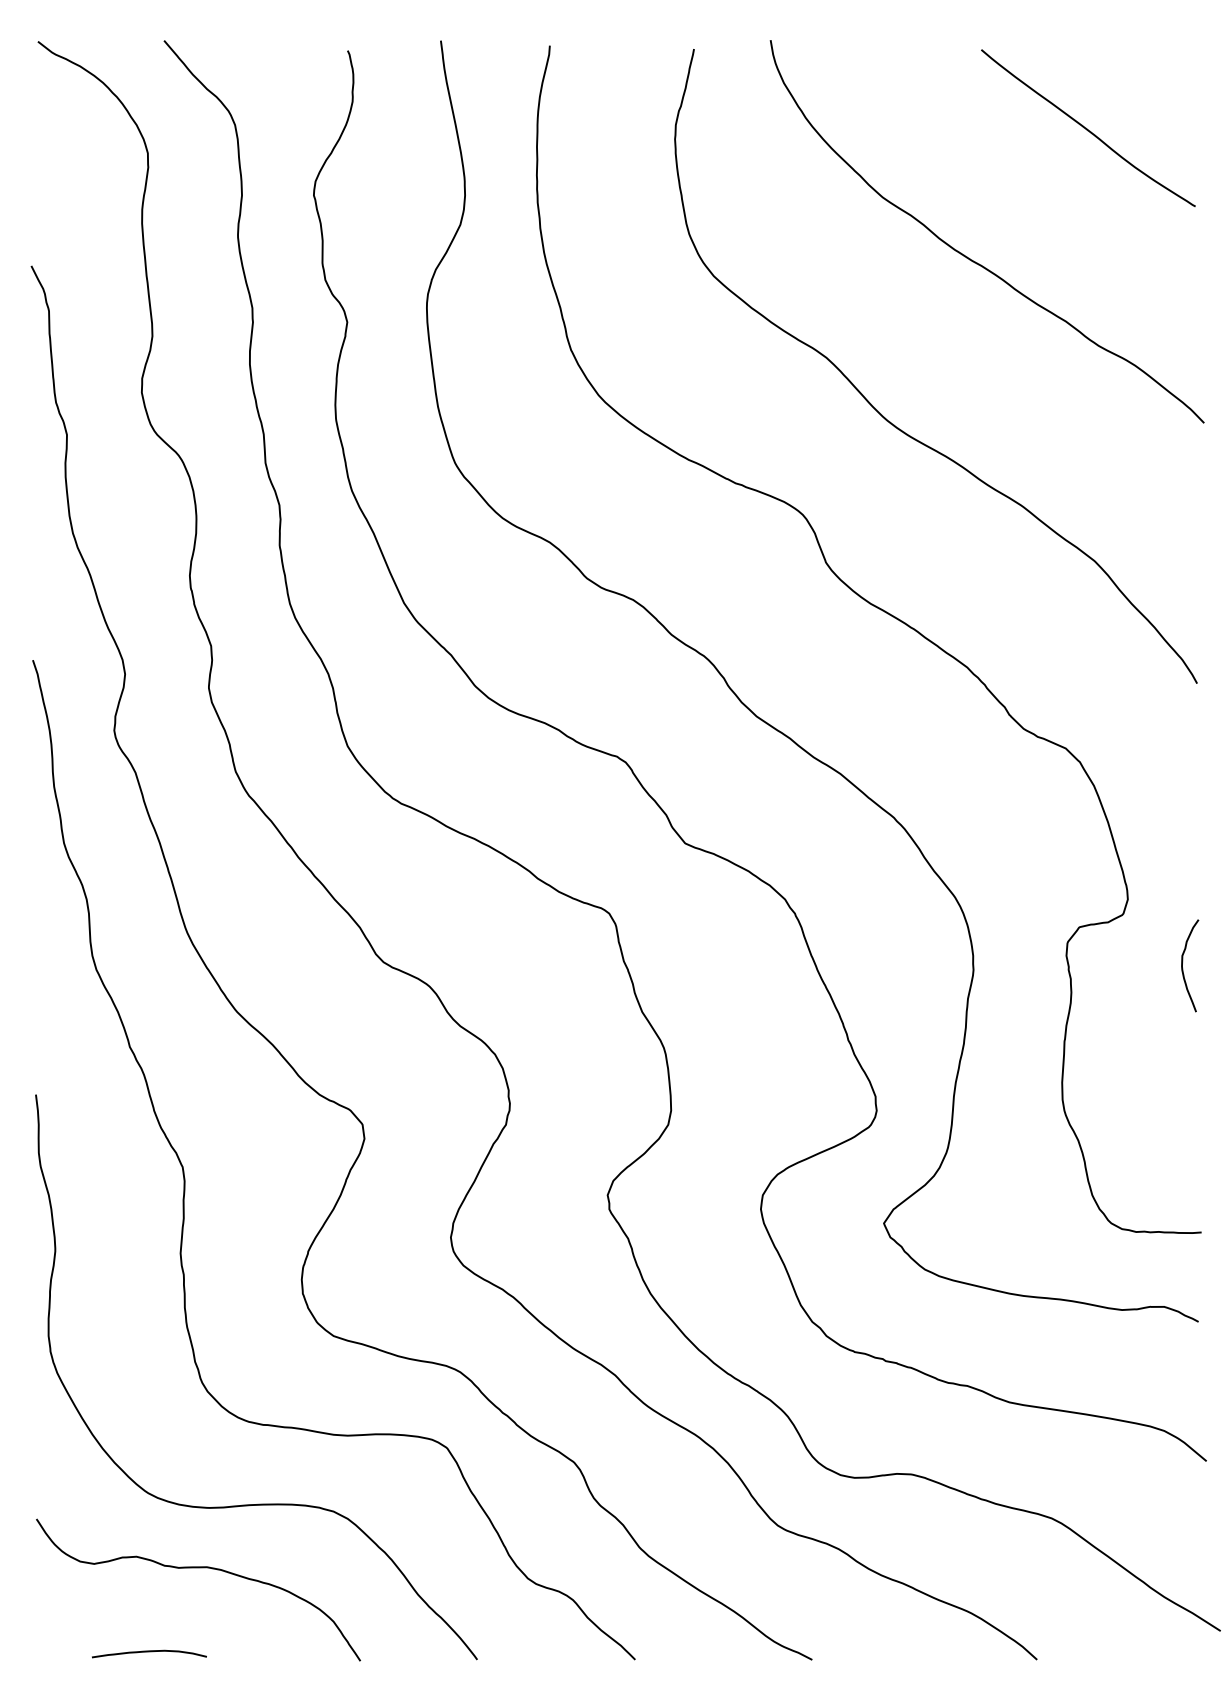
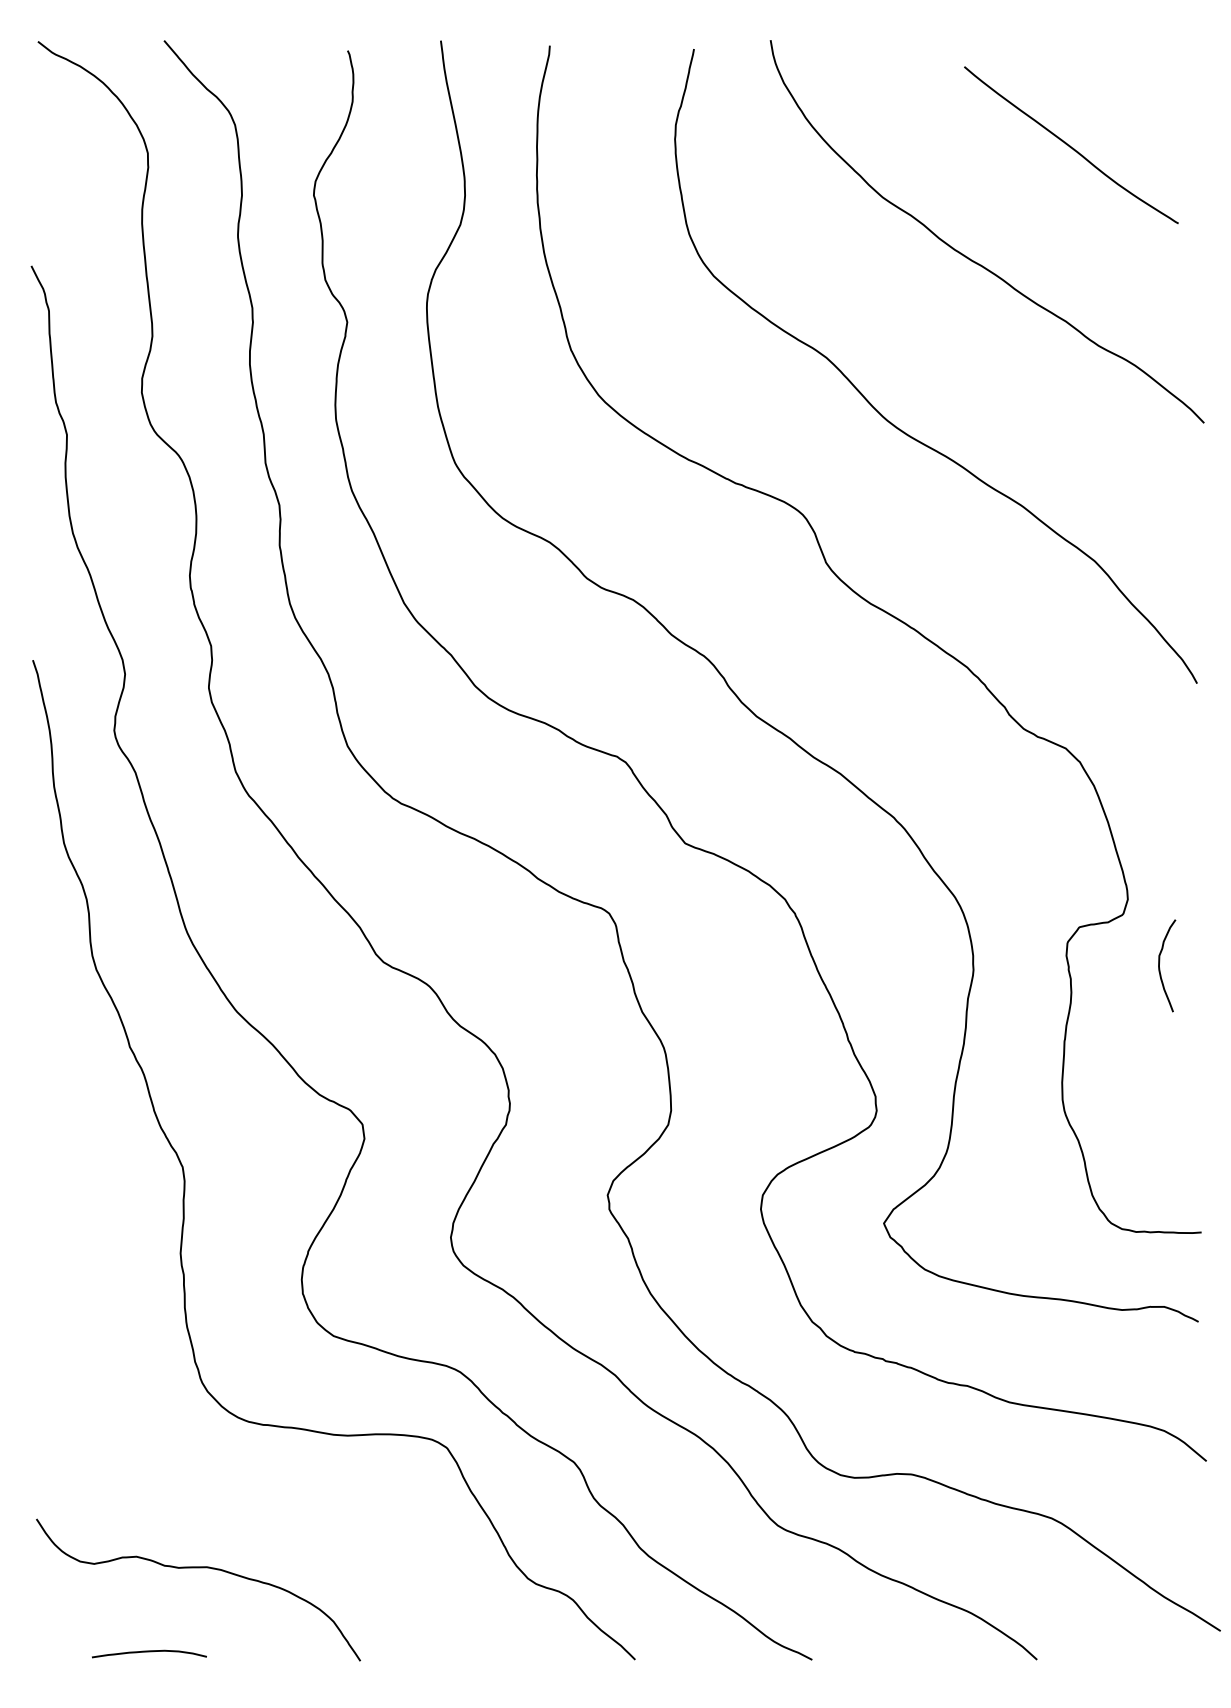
curve at (1087, 128) position: (1087, 128) -> (1070, 145)
curve at (1183, 968) position: (1183, 968) -> (1160, 968)
curve at (258, 1503): present -> none
